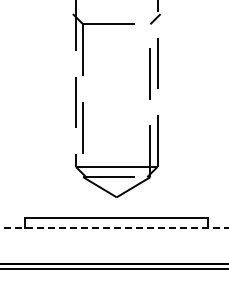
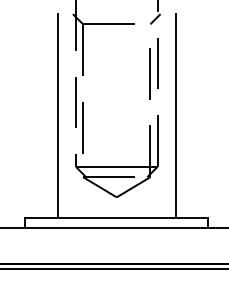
line at (57, 115): none -> present
line at (175, 115): none -> present
line at (114, 228): dashed -> solid
